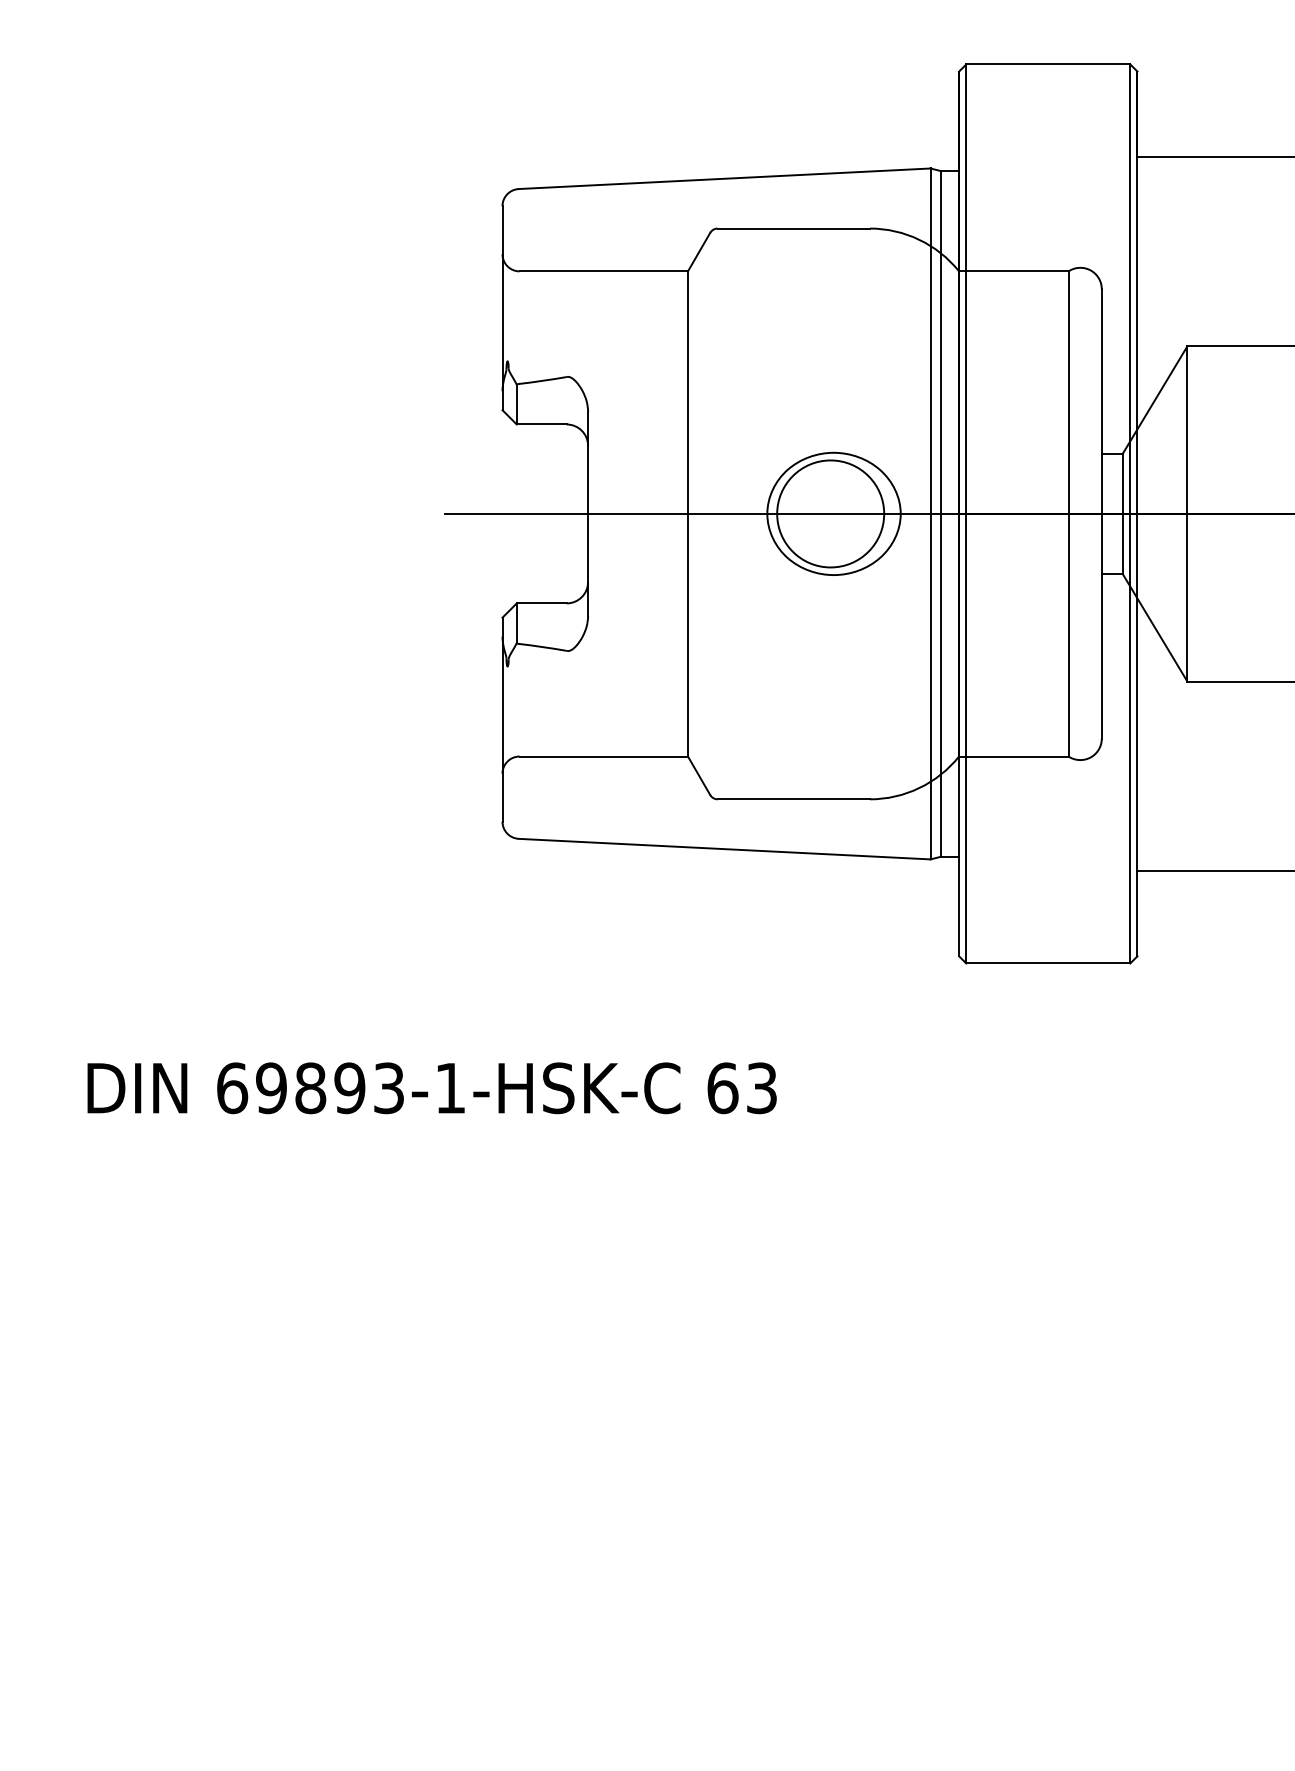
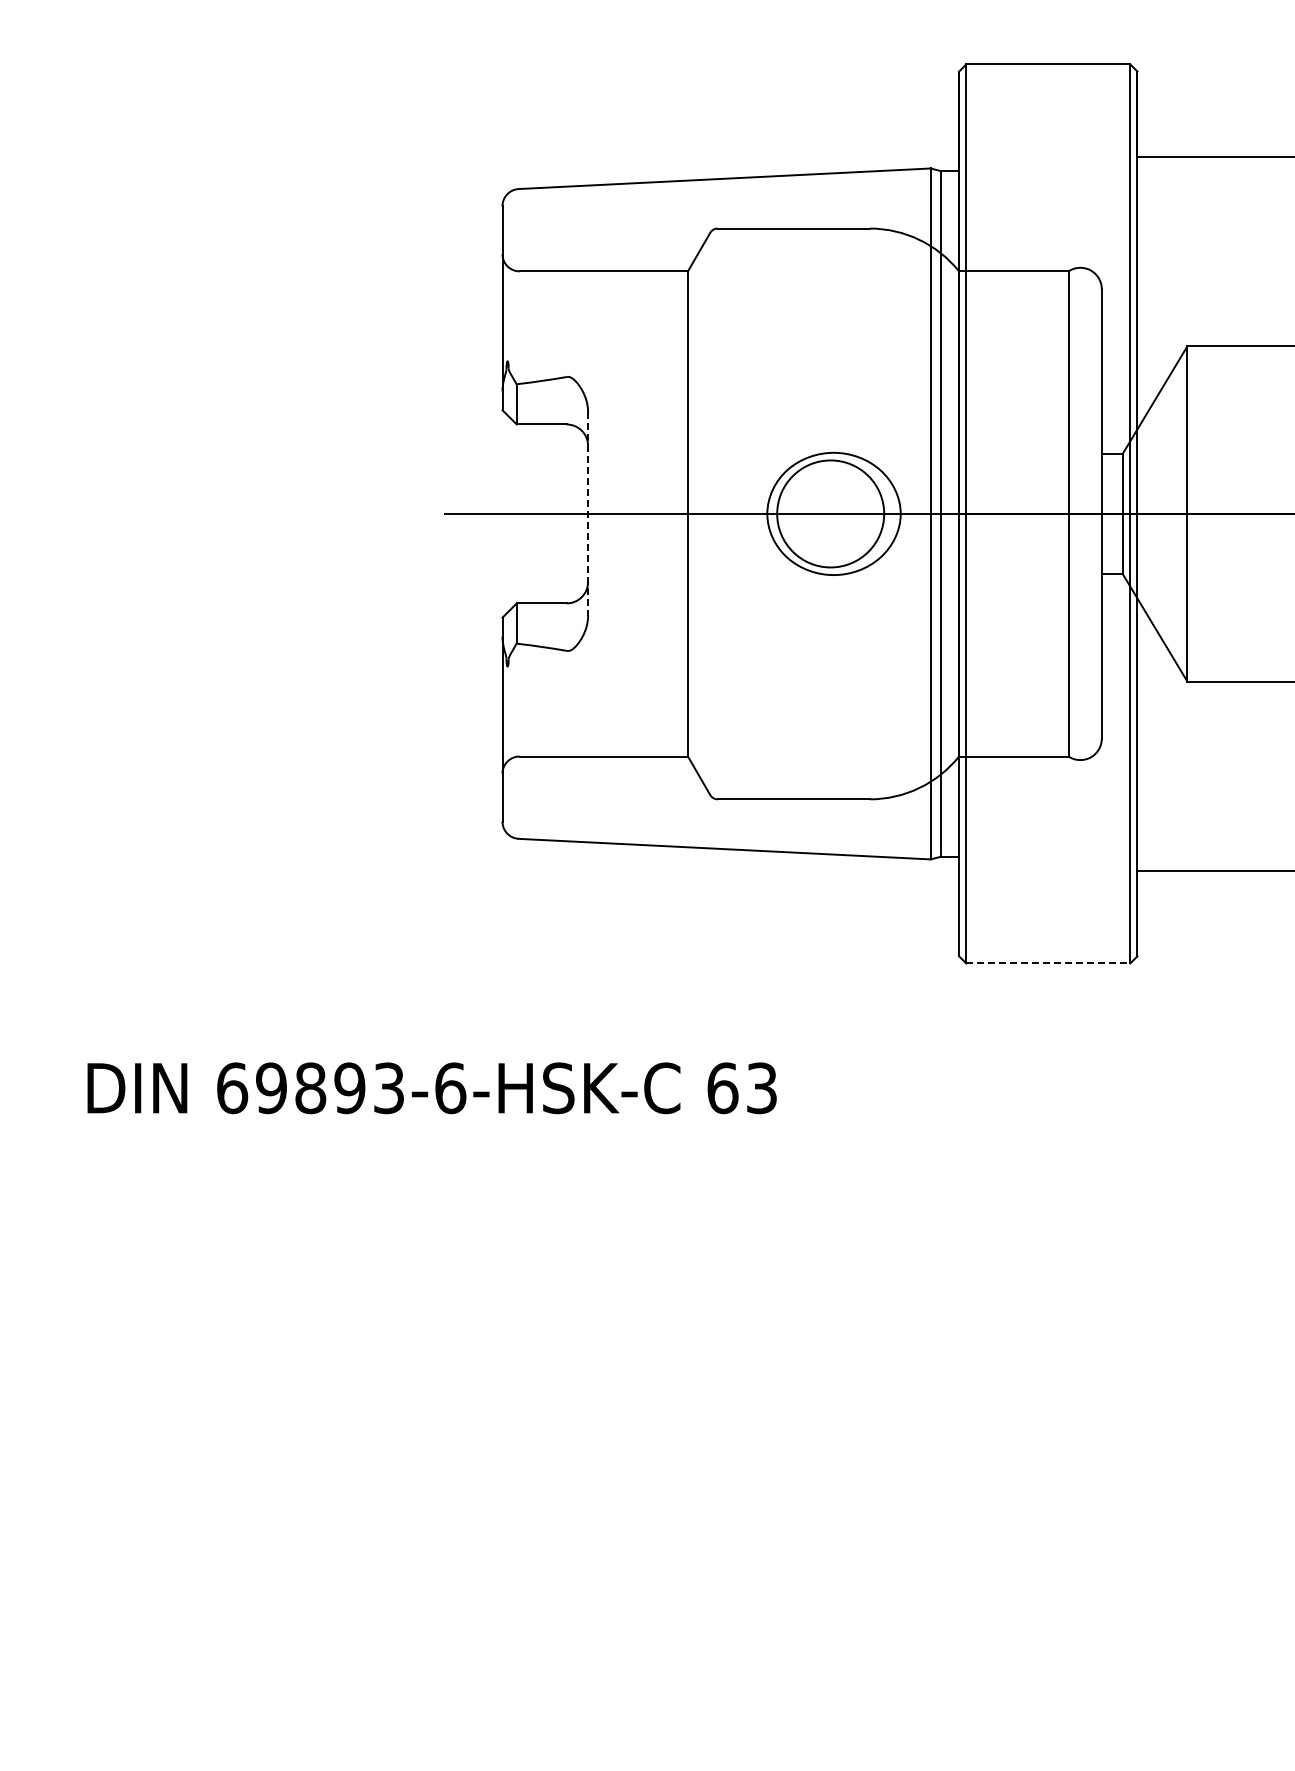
line at (588, 513): solid -> dashed
line at (1048, 963): solid -> dashed
text at (450, 1088): 69893-1-HSK-C -> 69893-6-HSK-C
